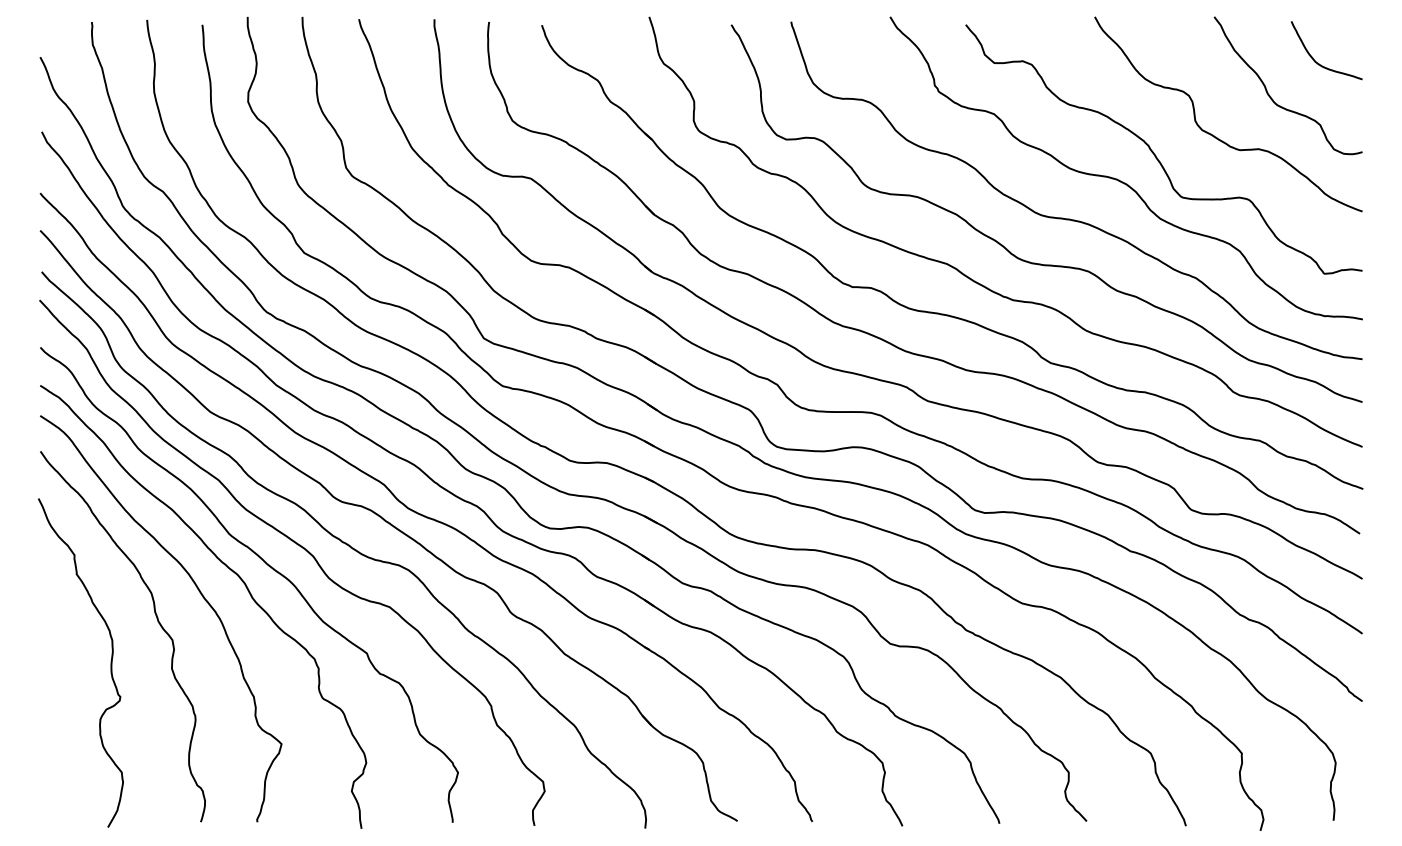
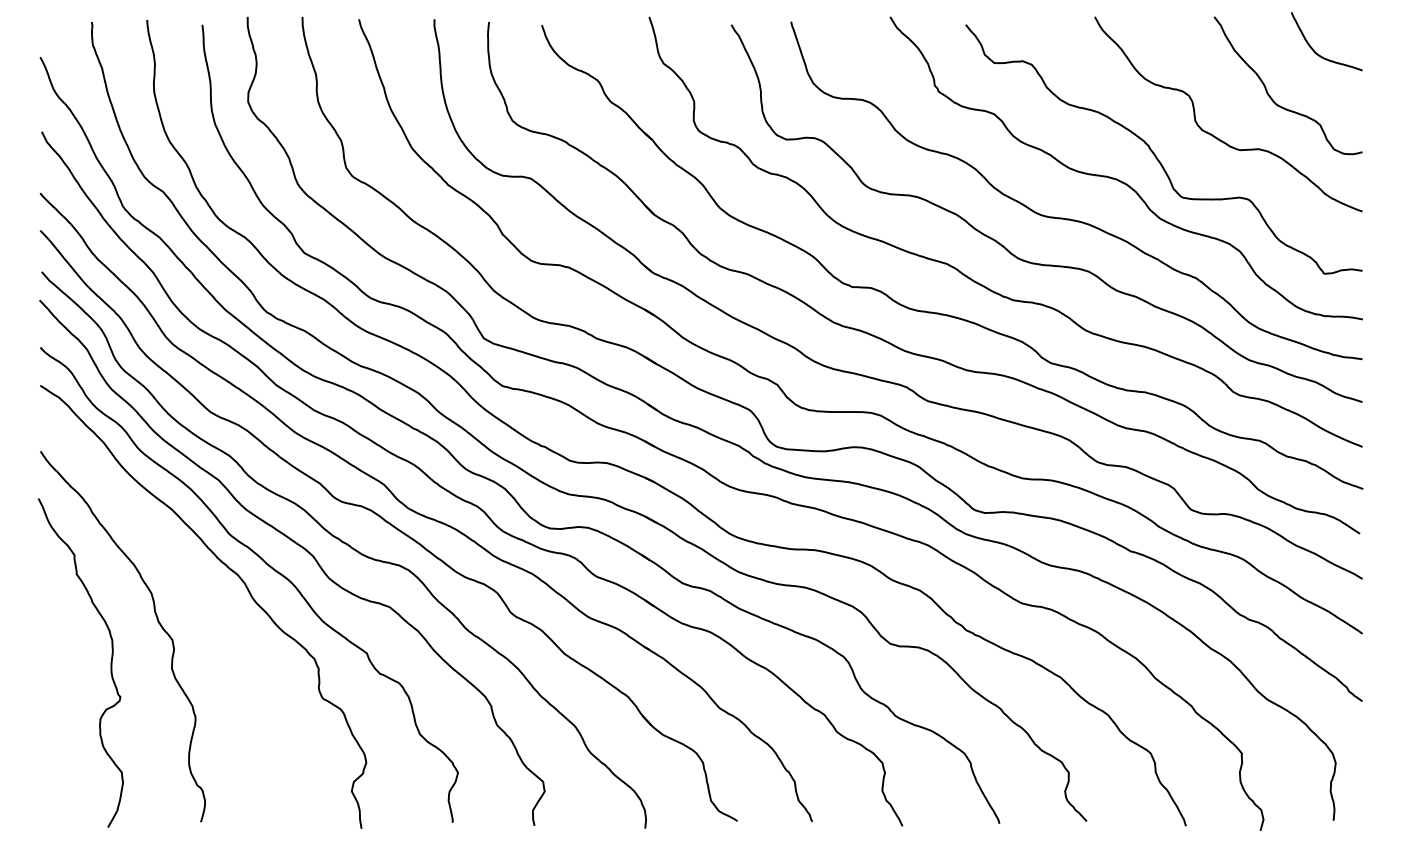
curve at (1313, 57) position: (1313, 57) -> (1313, 48)
curve at (200, 594): present -> none
